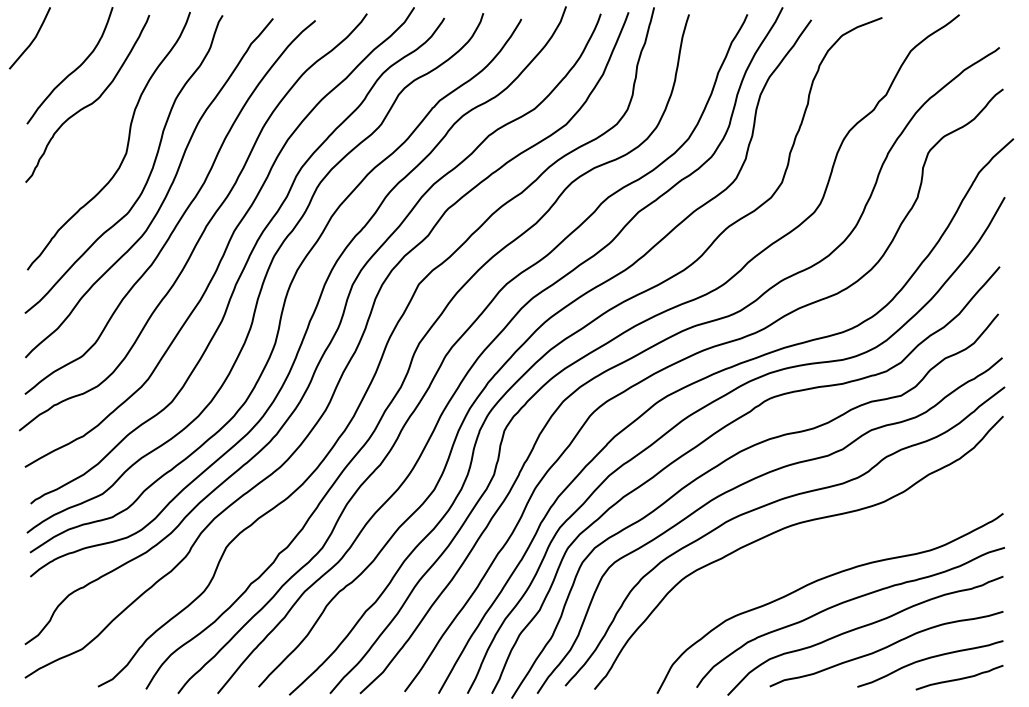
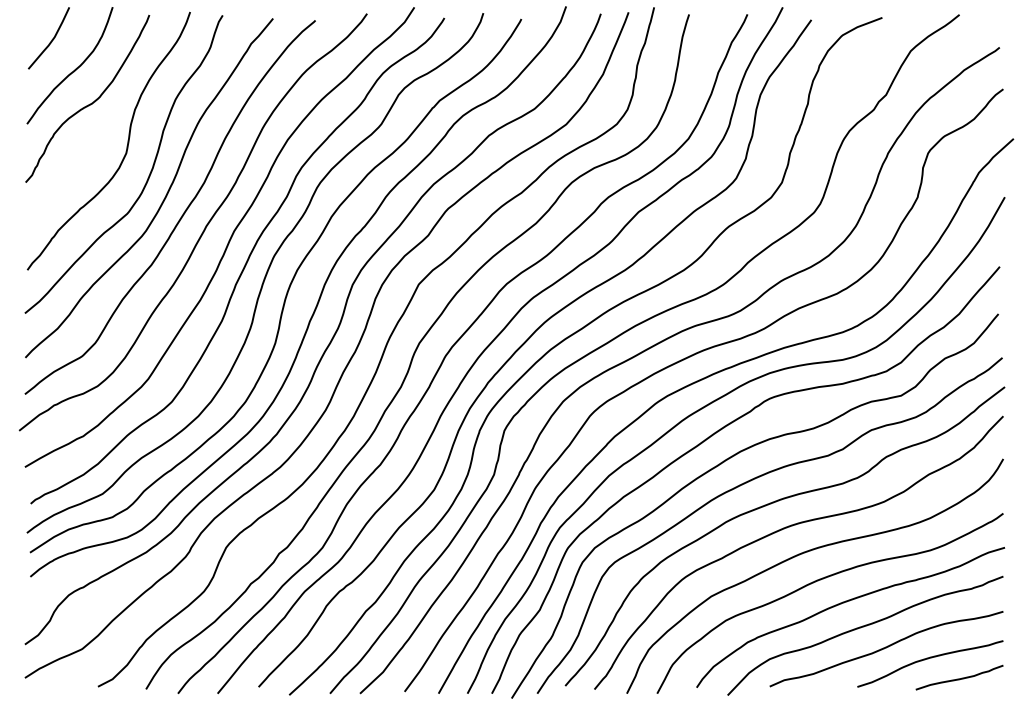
curve at (32, 39) position: (32, 39) -> (51, 39)
curve at (805, 553): none -> present
